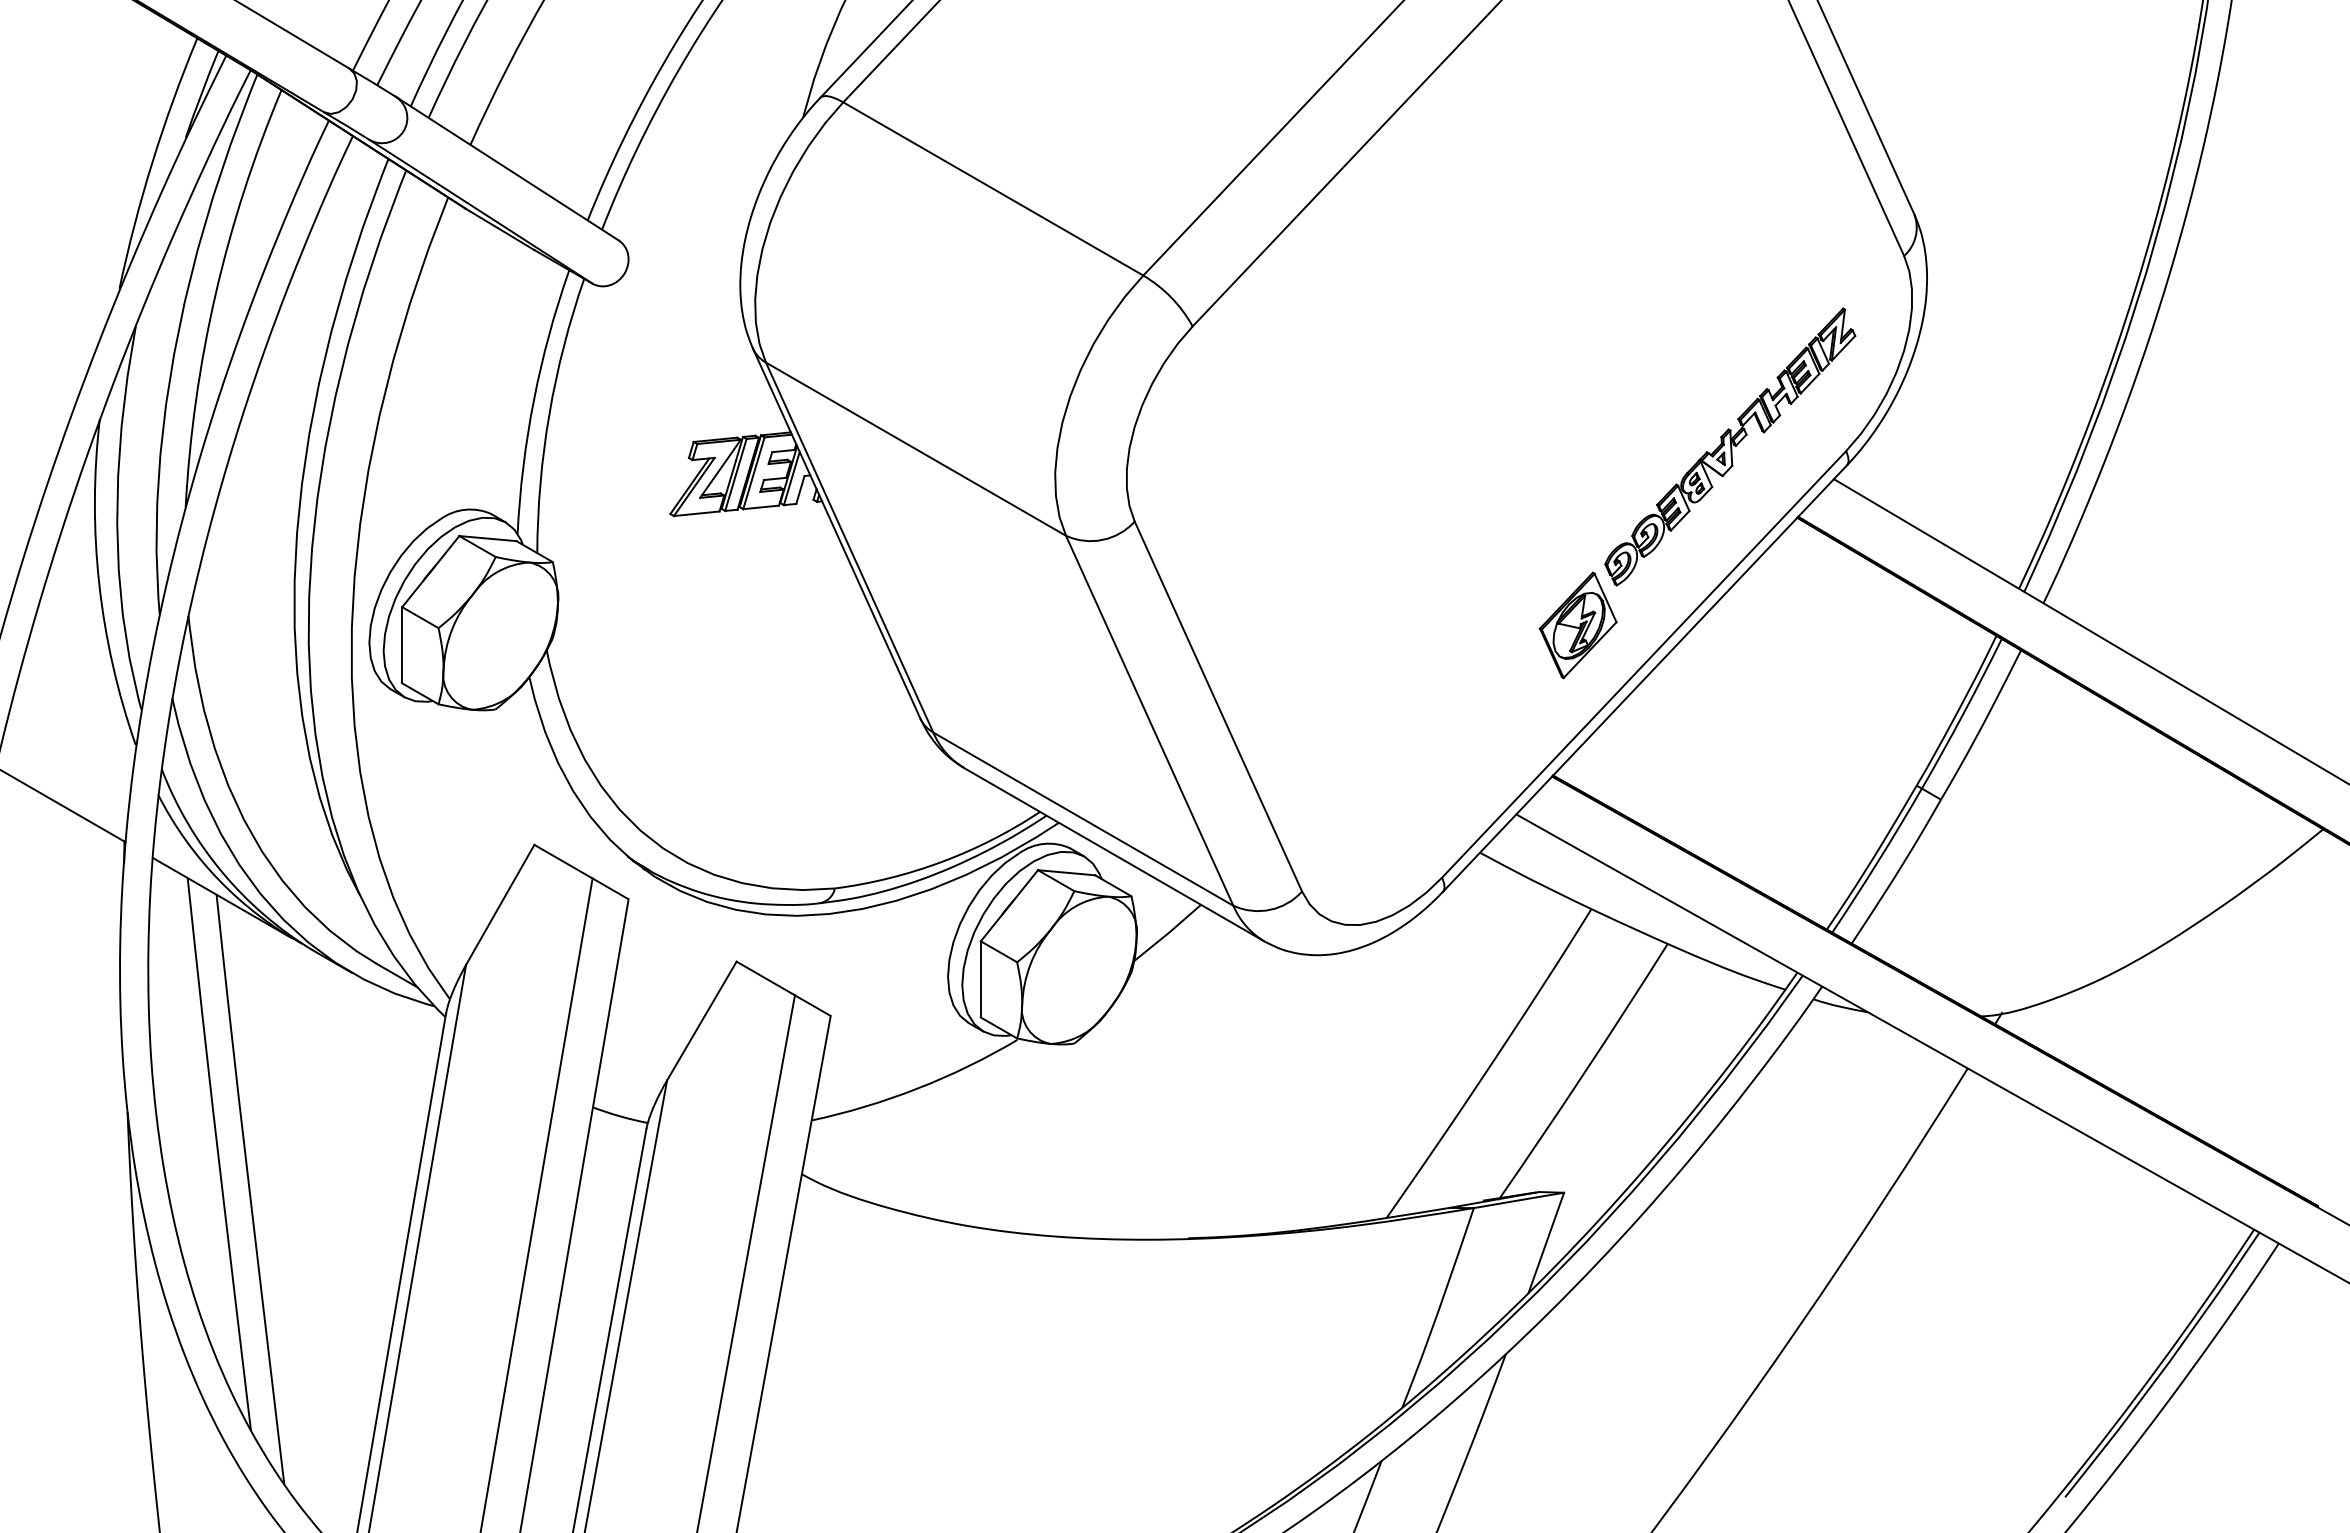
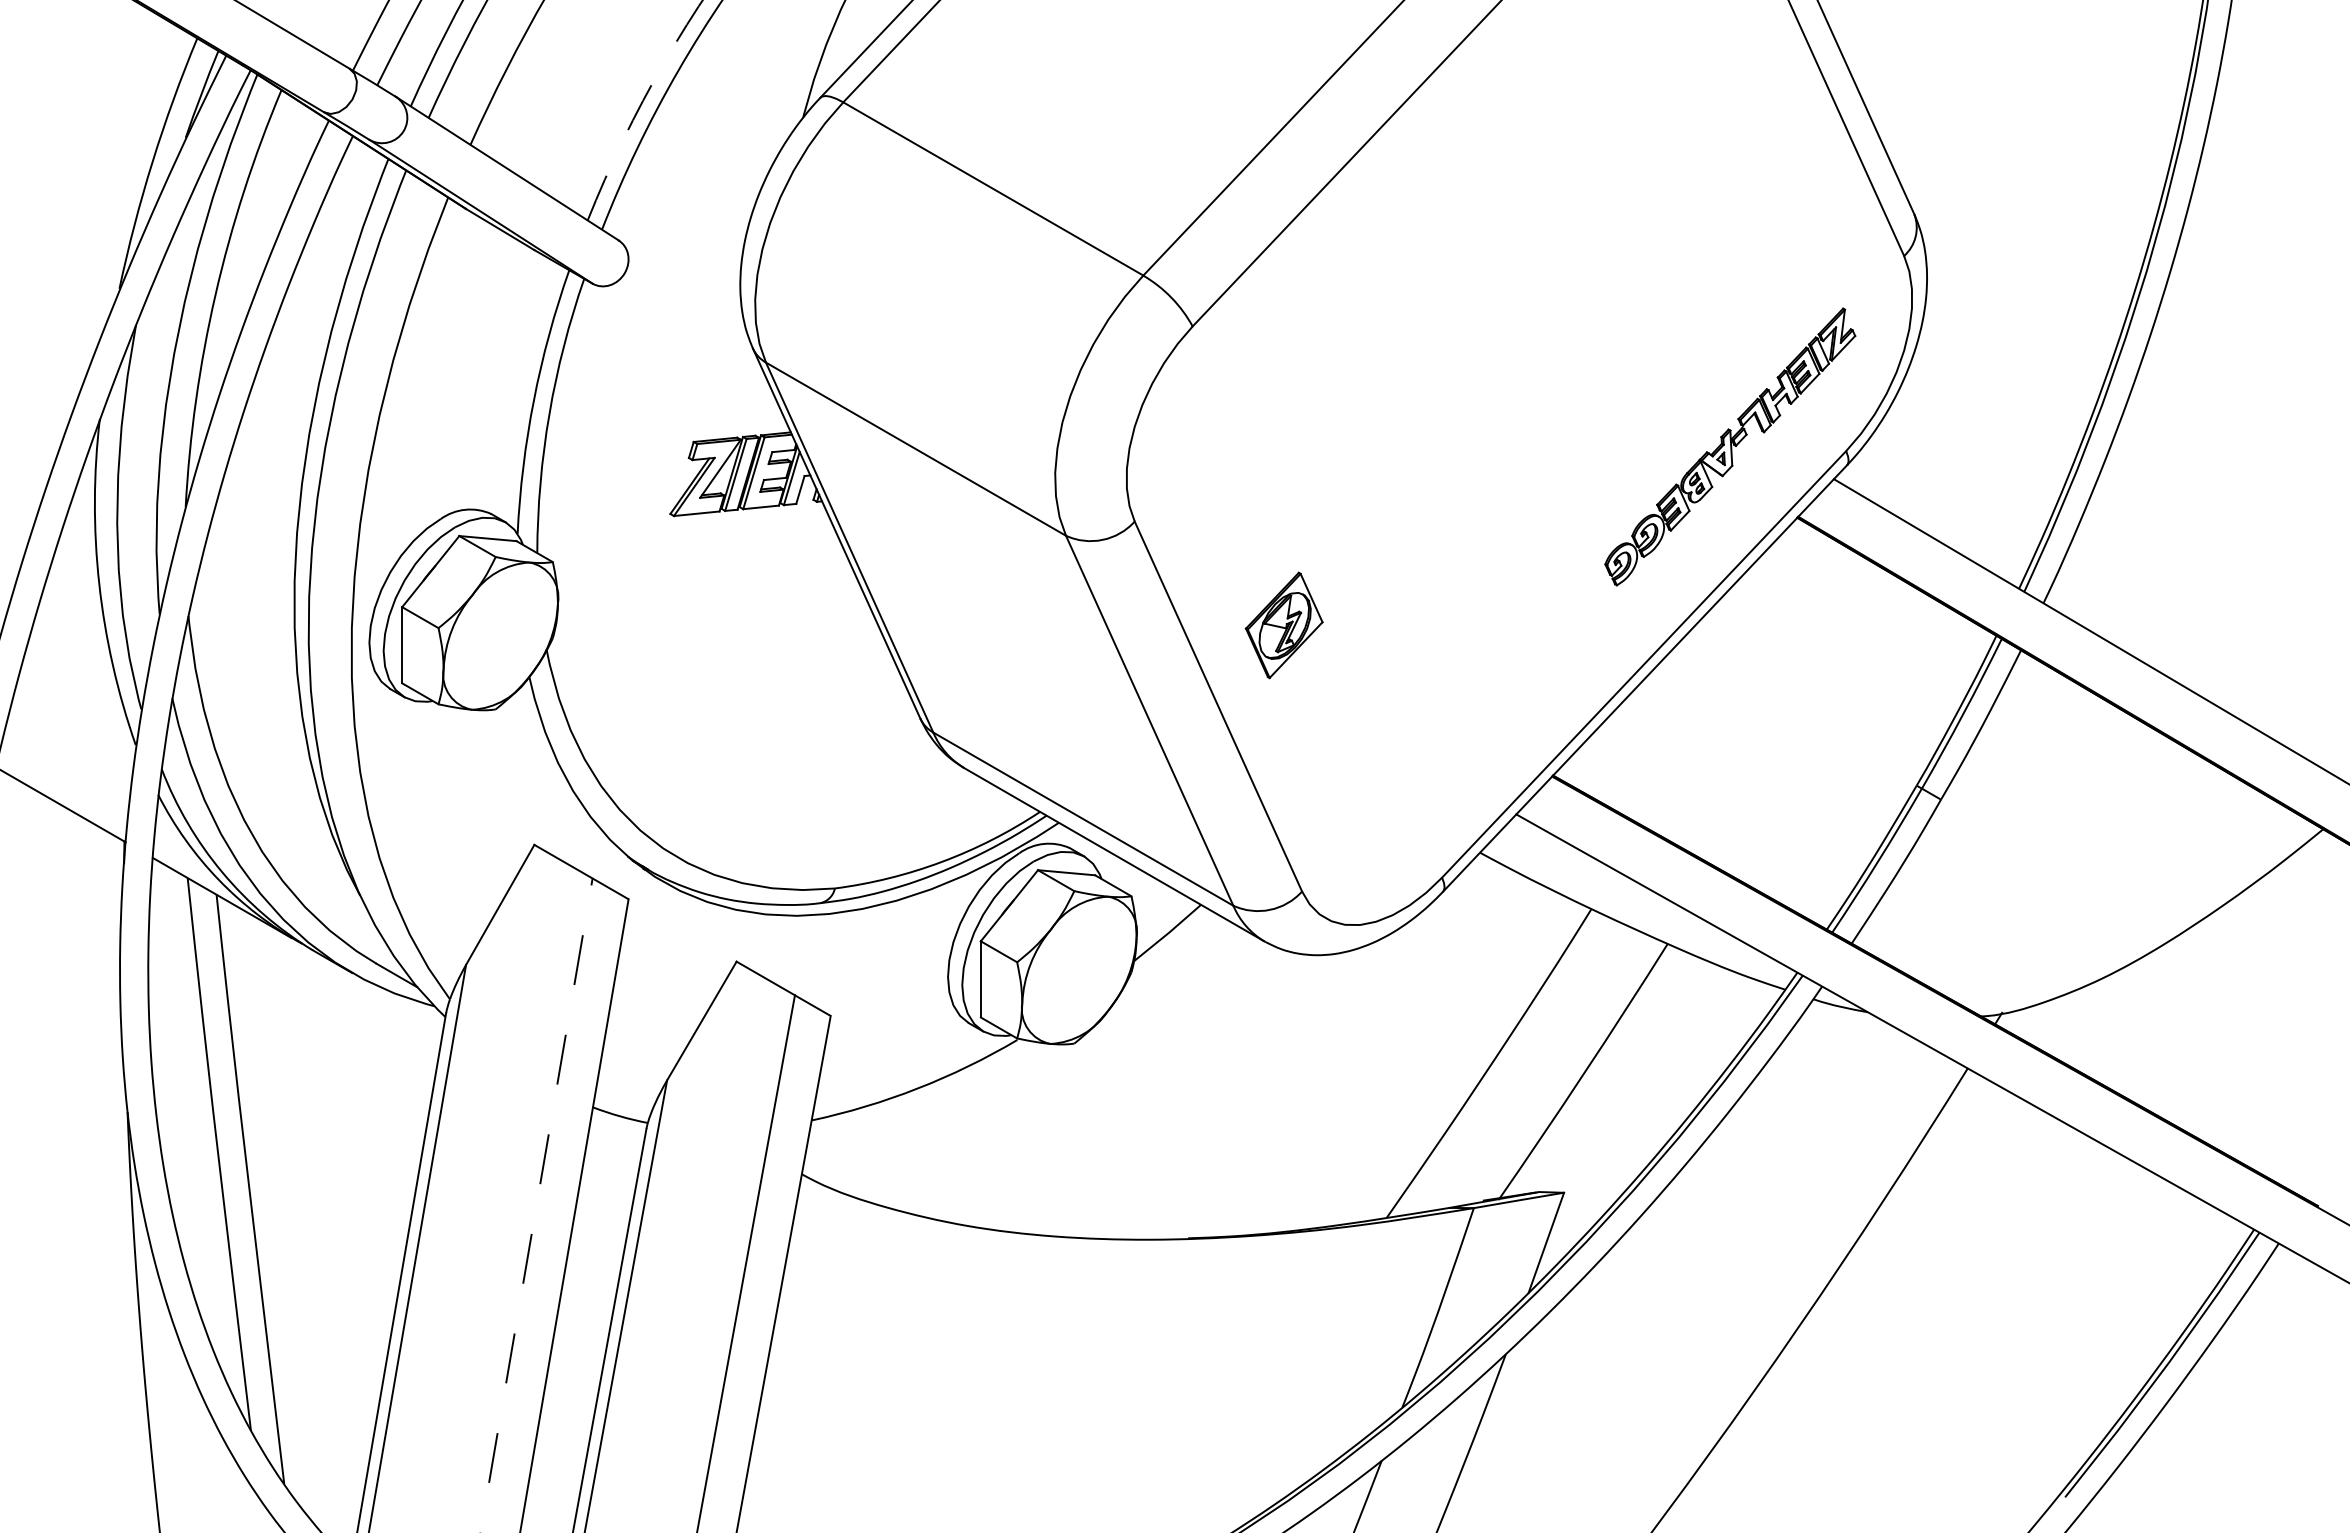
arc at (639, 107): solid -> dashed
part at (1577, 625) position: (1577, 625) -> (1283, 625)
line at (536, 1205): solid -> dashed
